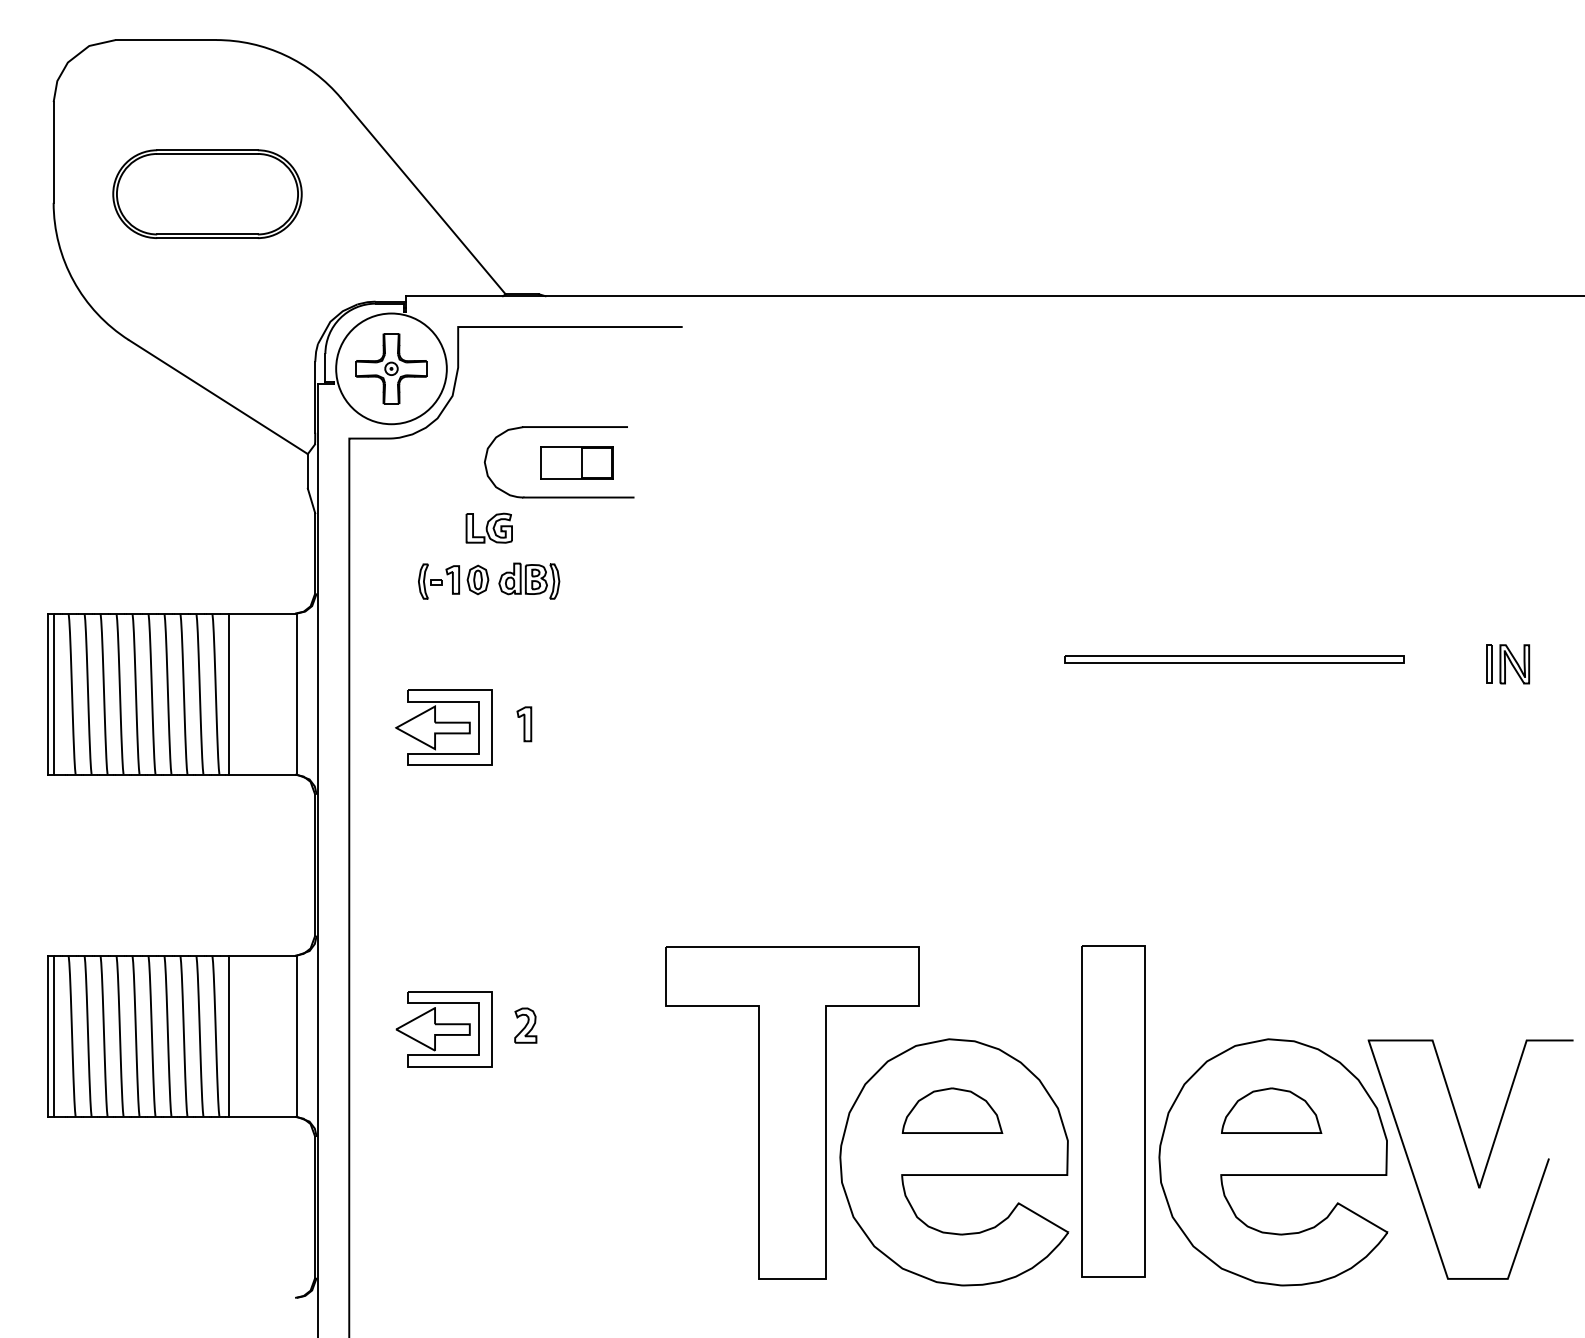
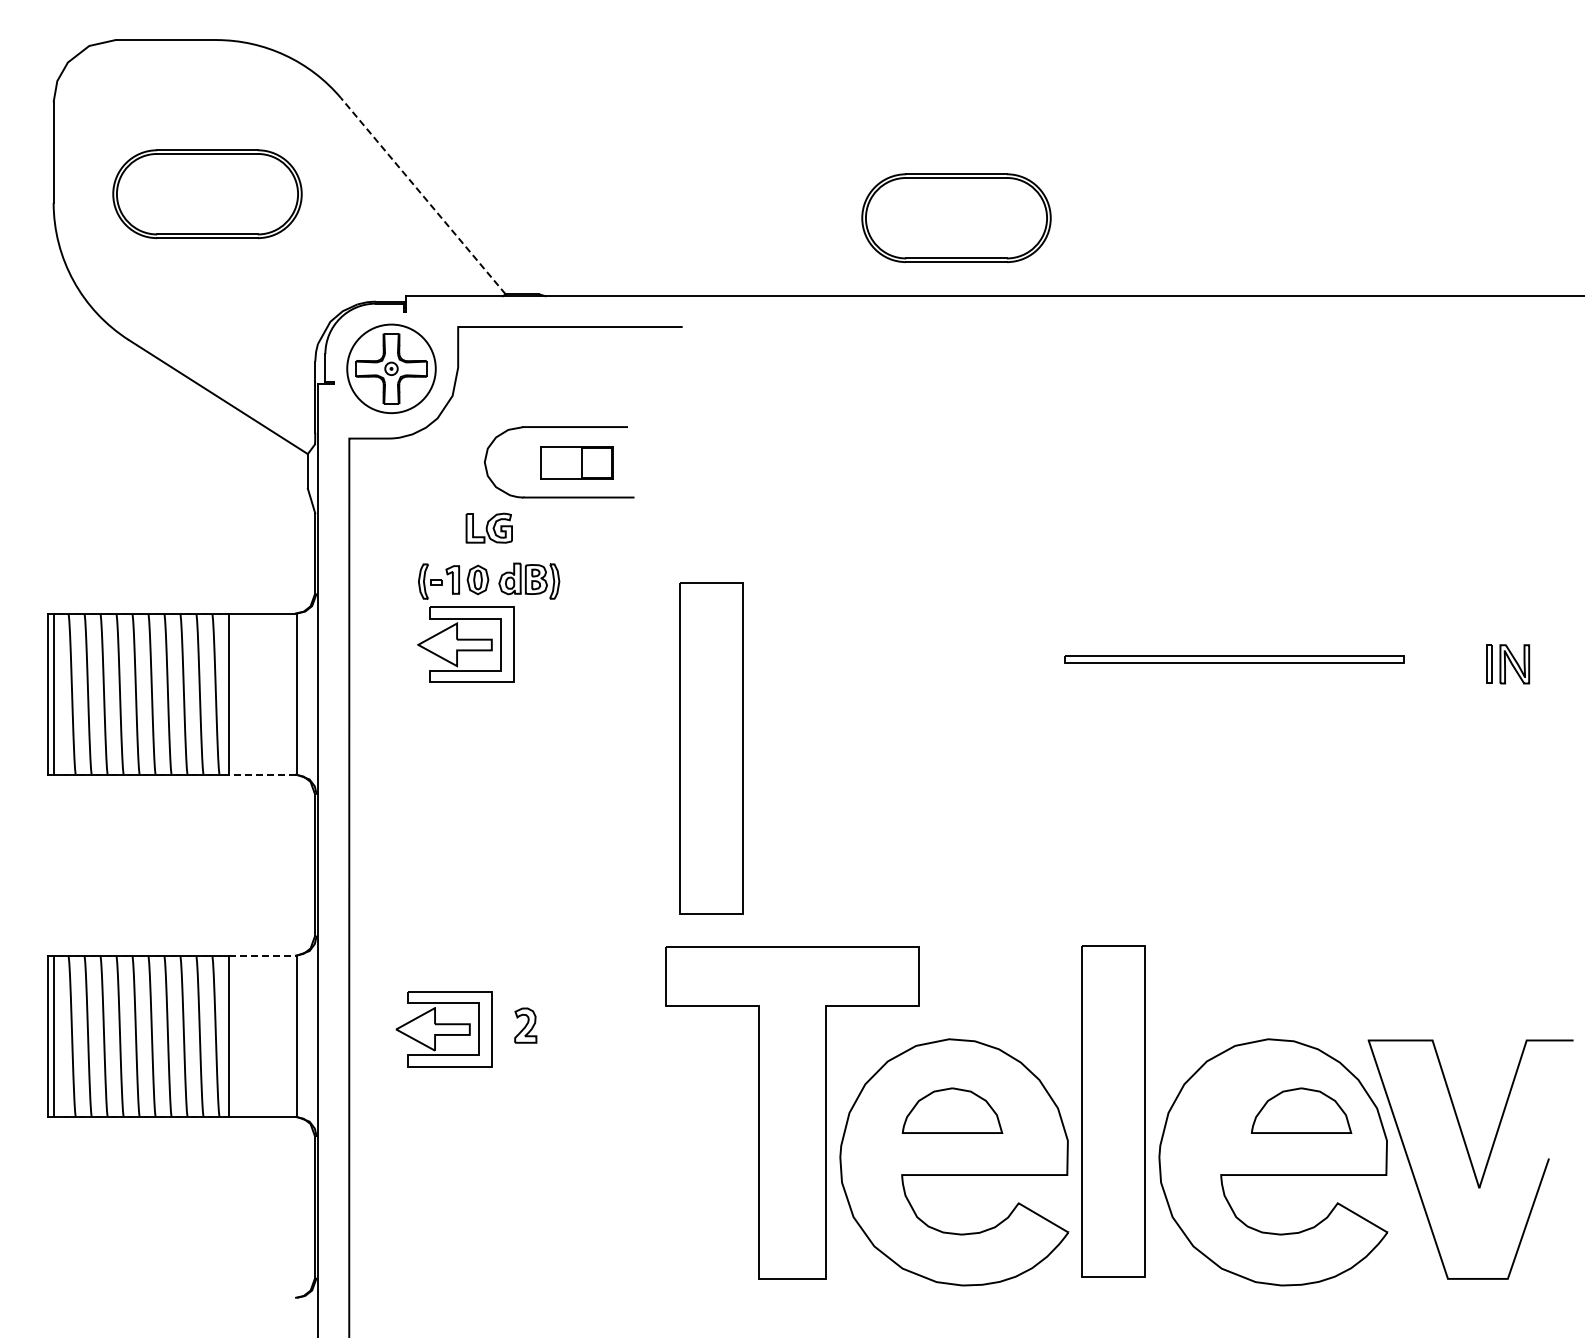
line at (423, 196): solid -> dashed
part at (956, 217): none -> present
circle at (391, 368) diameter: 111 px -> 89 px
part at (524, 724): present -> none
part at (443, 727) position: (443, 727) -> (465, 644)
part at (711, 748): none -> present
line at (262, 774): solid -> dashed
line at (262, 955): solid -> dashed
part at (1271, 1110) position: (1271, 1110) -> (1301, 1110)
